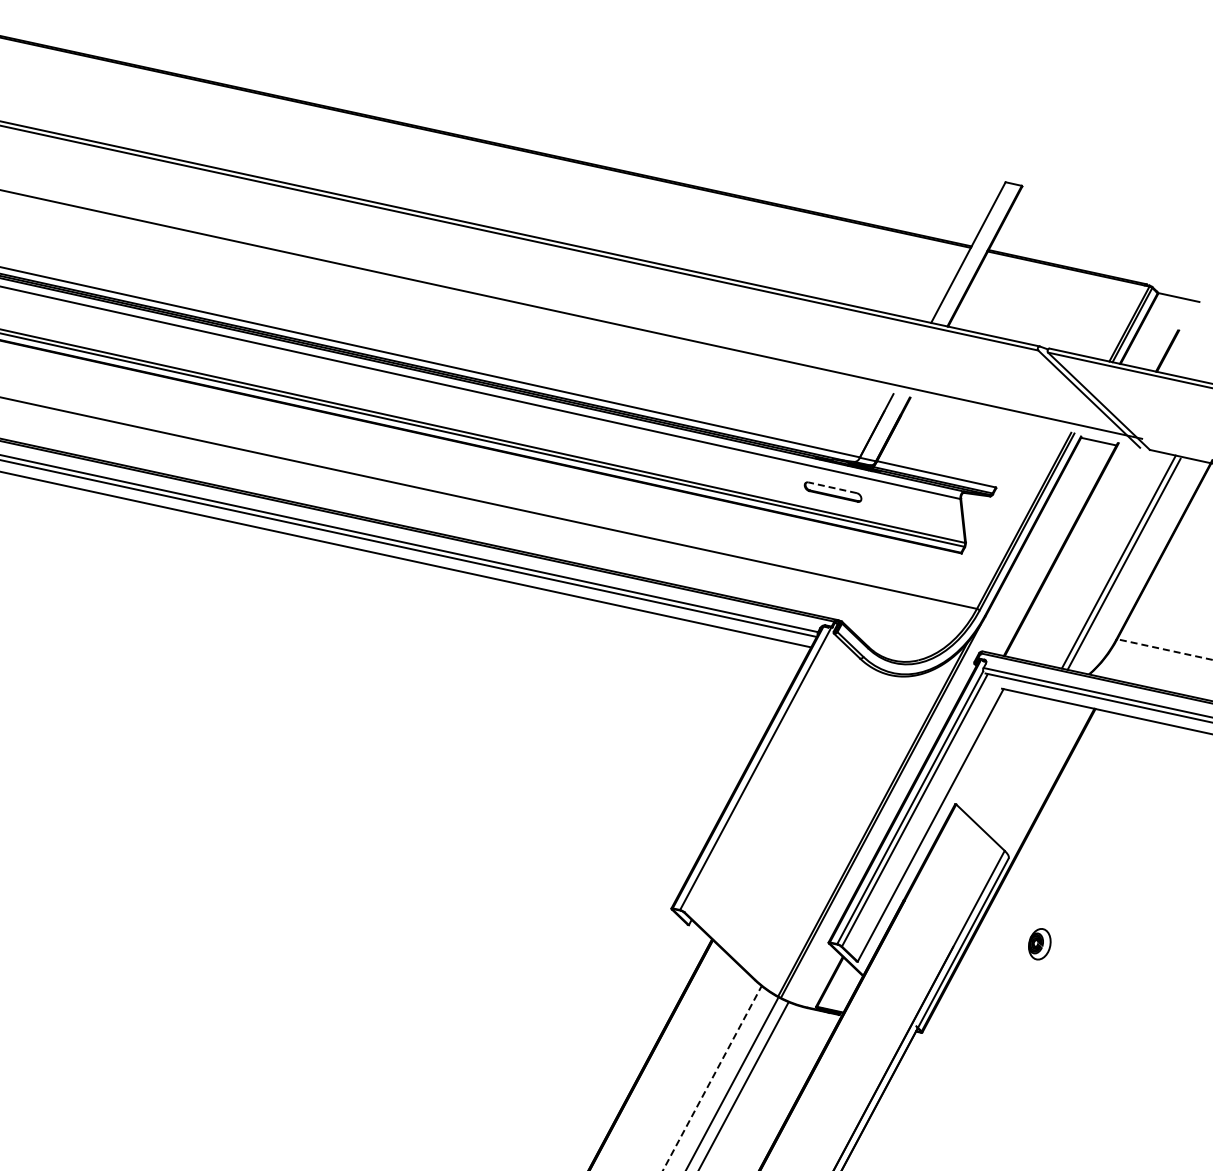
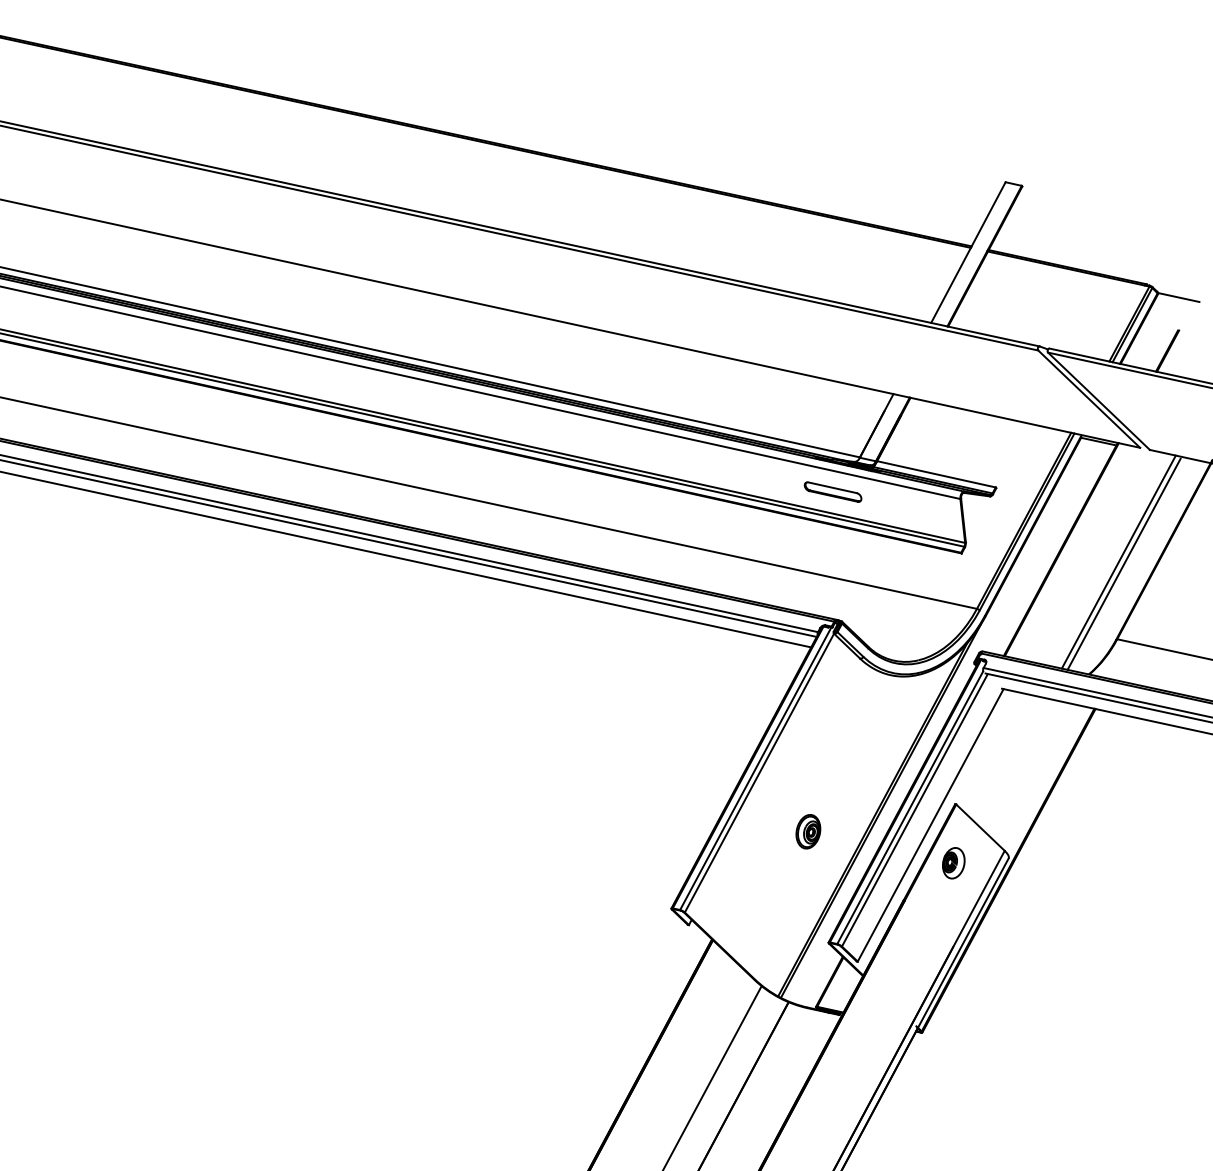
line at (572, 314) position: (572, 314) -> (571, 323)
line at (832, 487): dashed -> solid
line at (1165, 649): dashed -> solid
line at (759, 772): none -> present
part at (808, 831): none -> present
part at (1039, 944) position: (1039, 944) -> (953, 863)
line at (712, 1078): dashed -> solid
line at (732, 1082) position: (732, 1082) -> (743, 1085)
